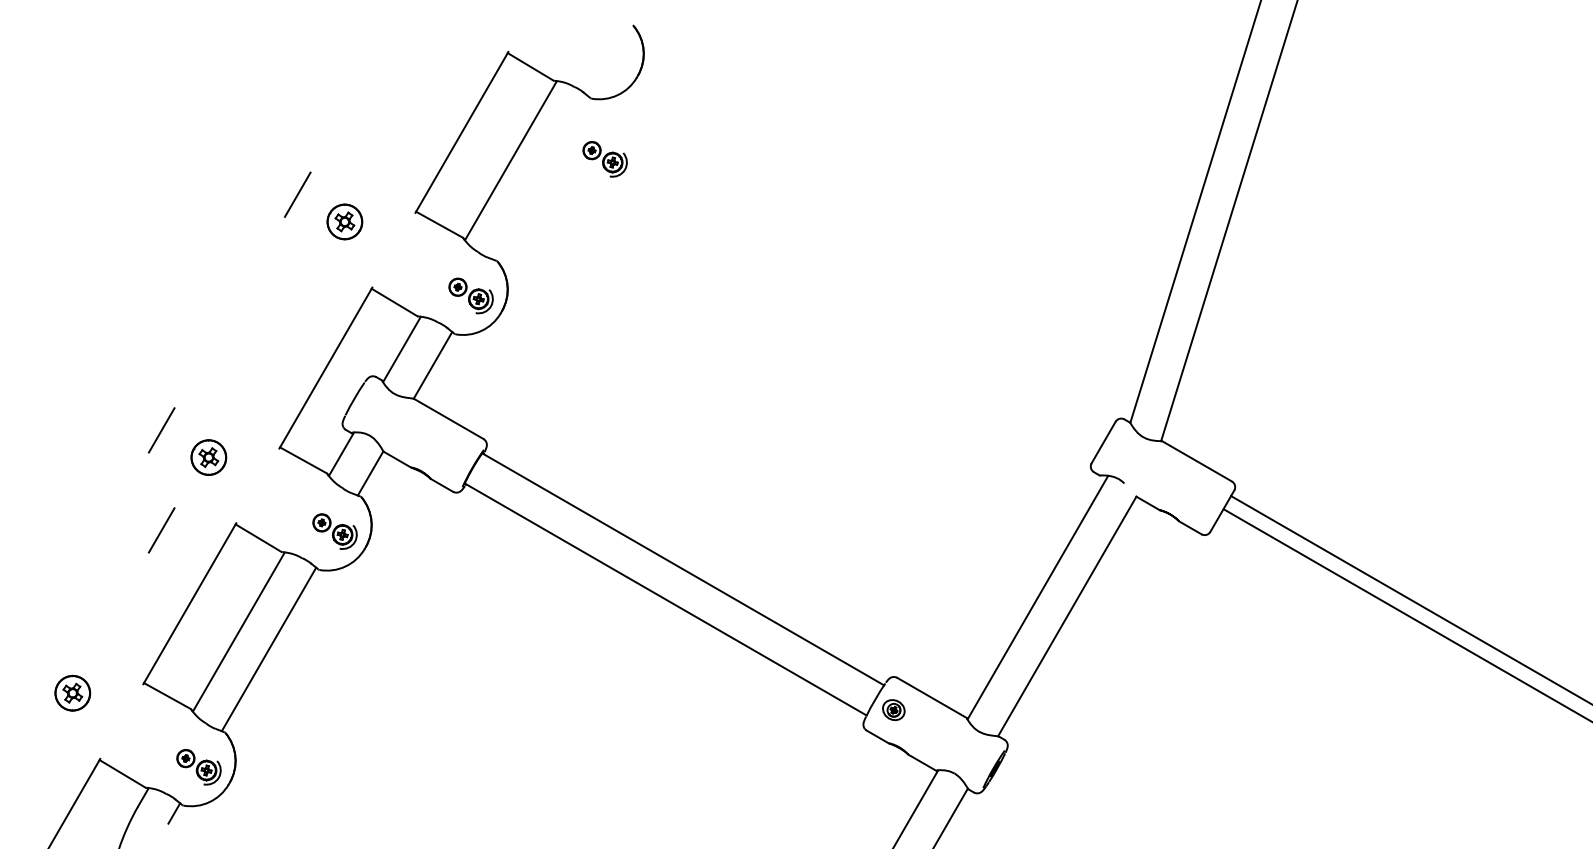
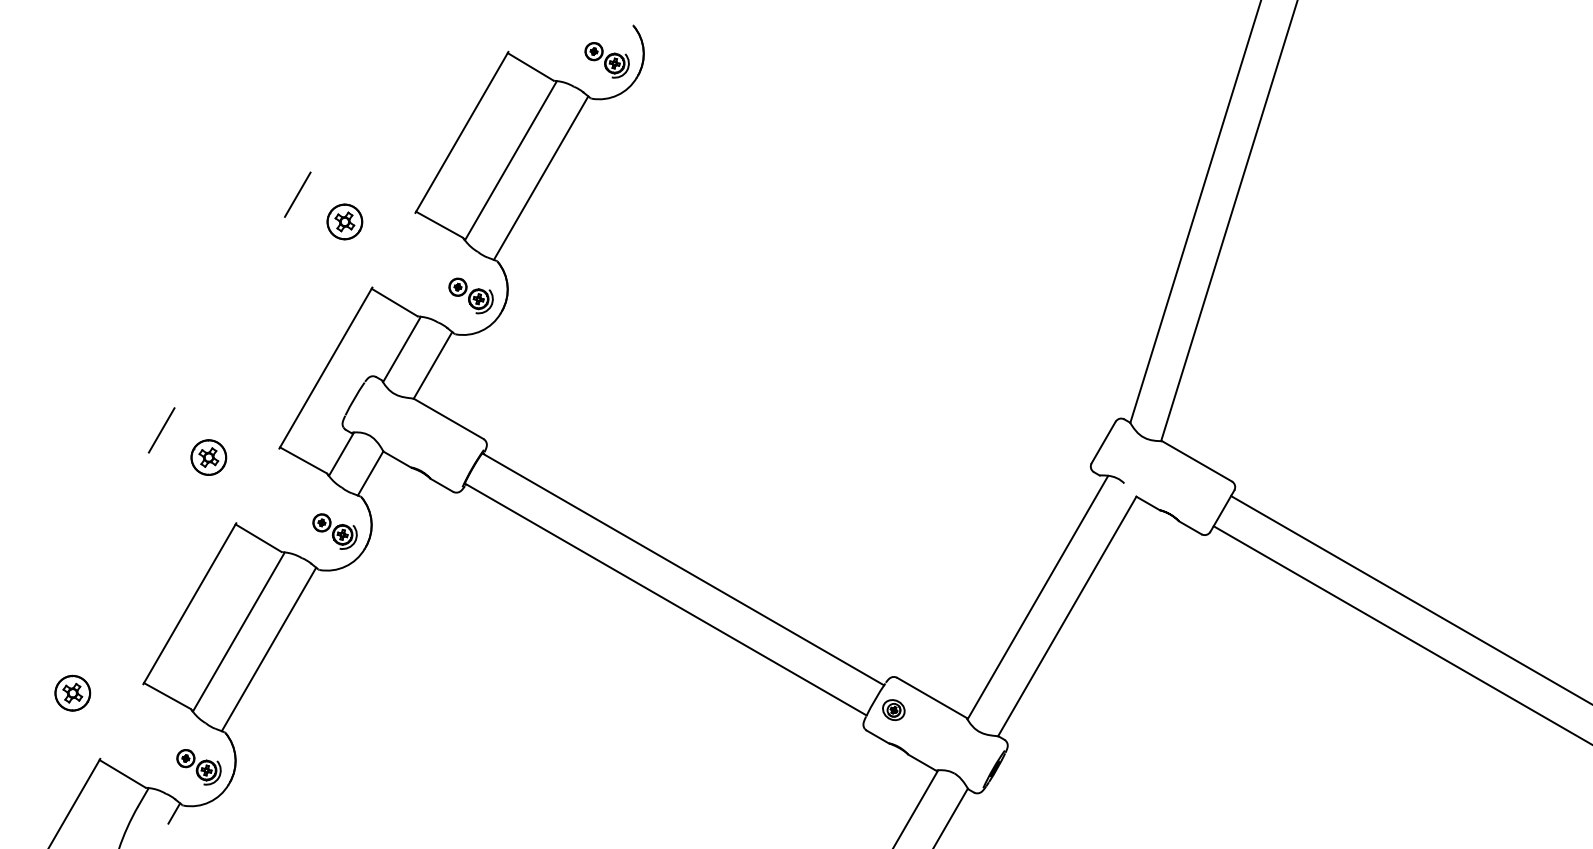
part at (604, 159) position: (604, 159) -> (606, 60)
line at (540, 177): none -> present
line at (161, 530): present -> none
line at (1406, 614) position: (1406, 614) -> (1401, 634)
